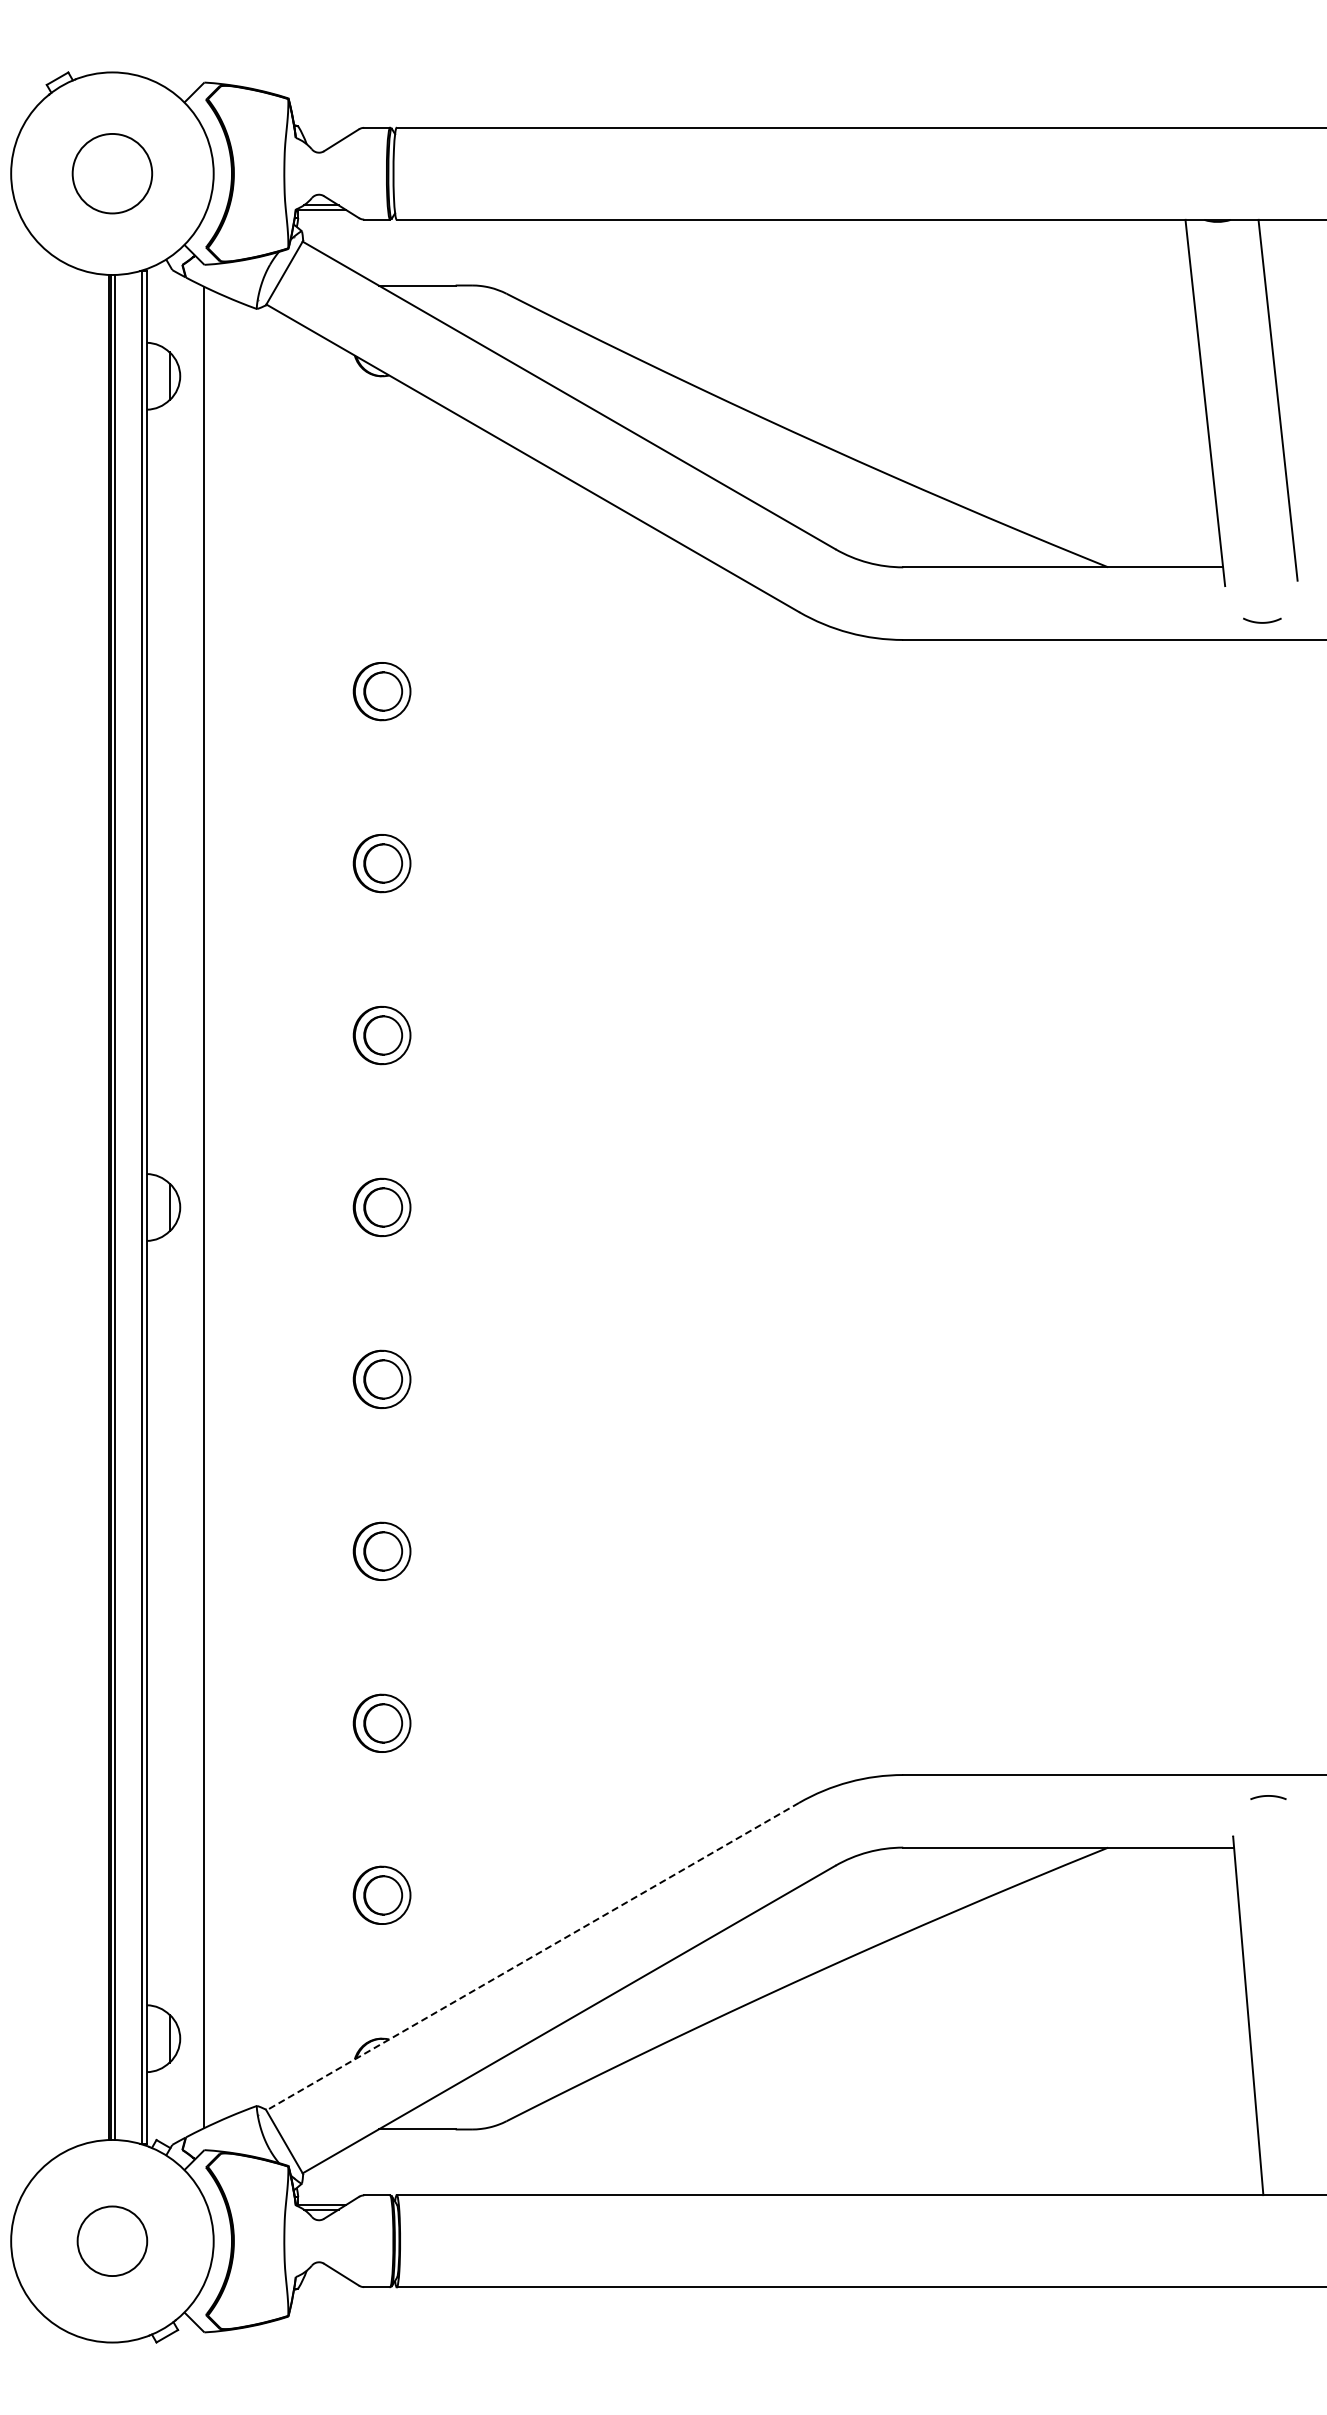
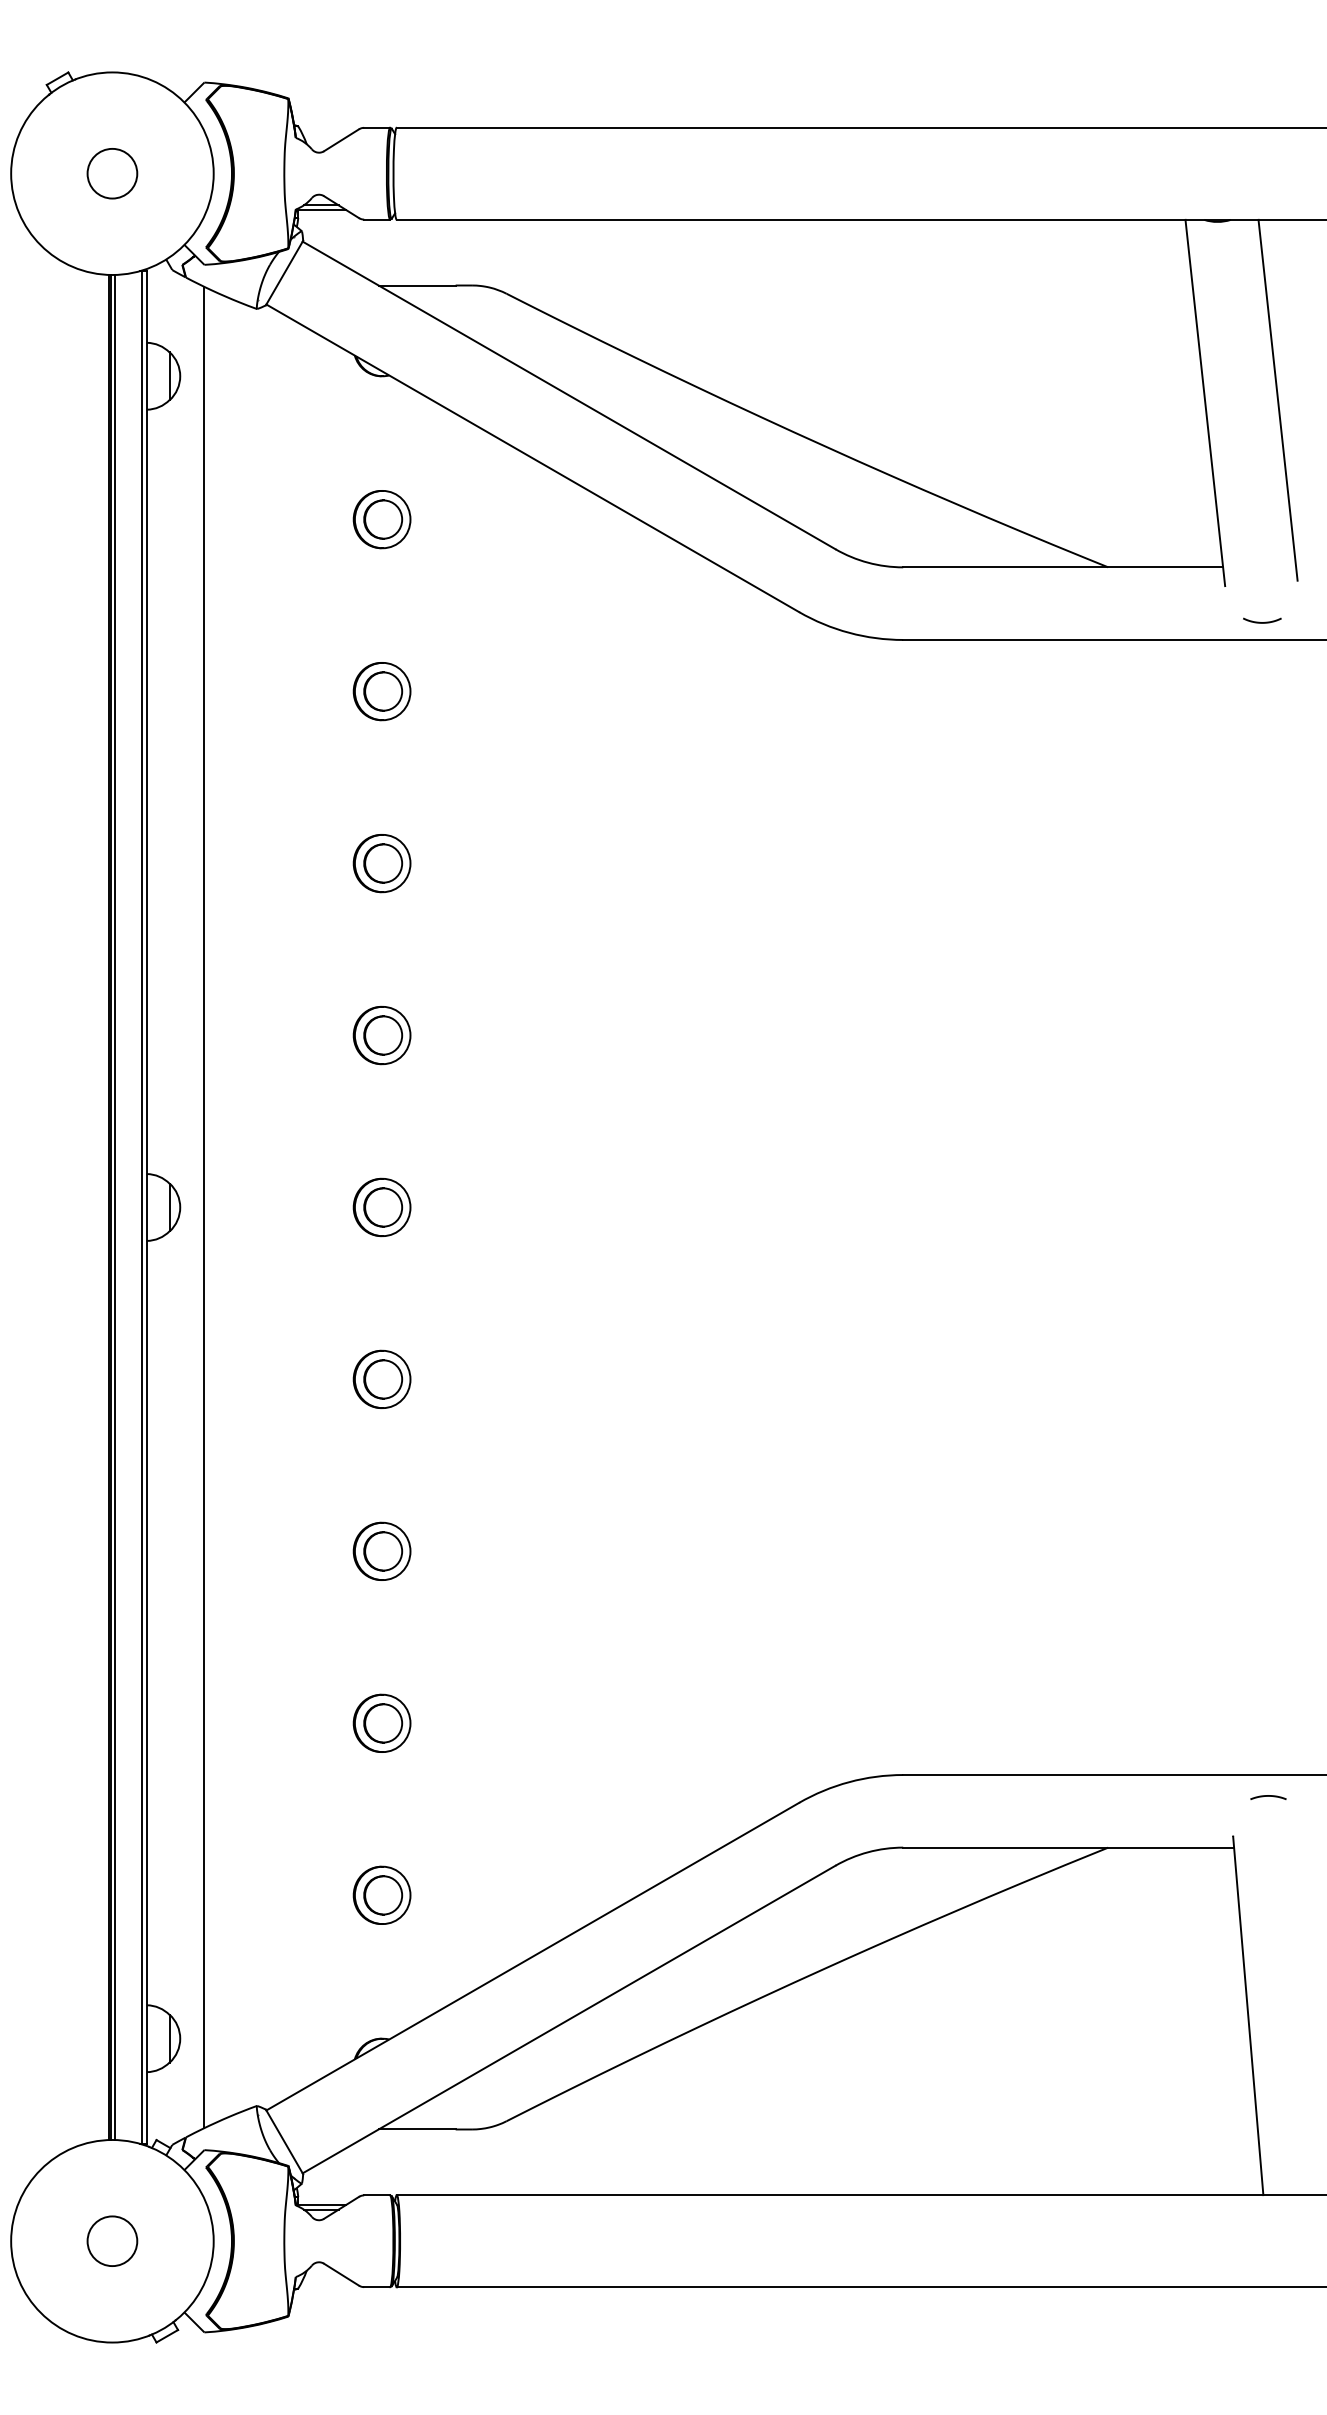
circle at (112, 173) diameter: 79 px -> 50 px
part at (381, 519): none -> present
line at (532, 1956): dashed -> solid
circle at (112, 2241) diameter: 70 px -> 50 px
